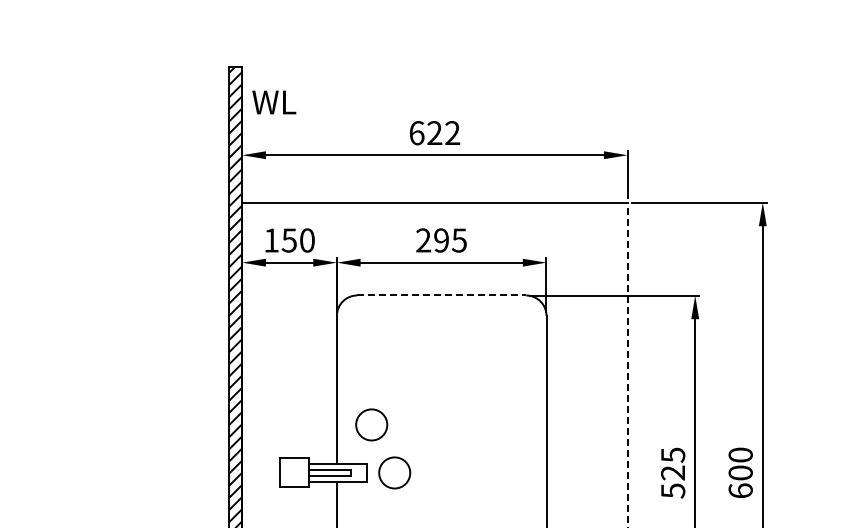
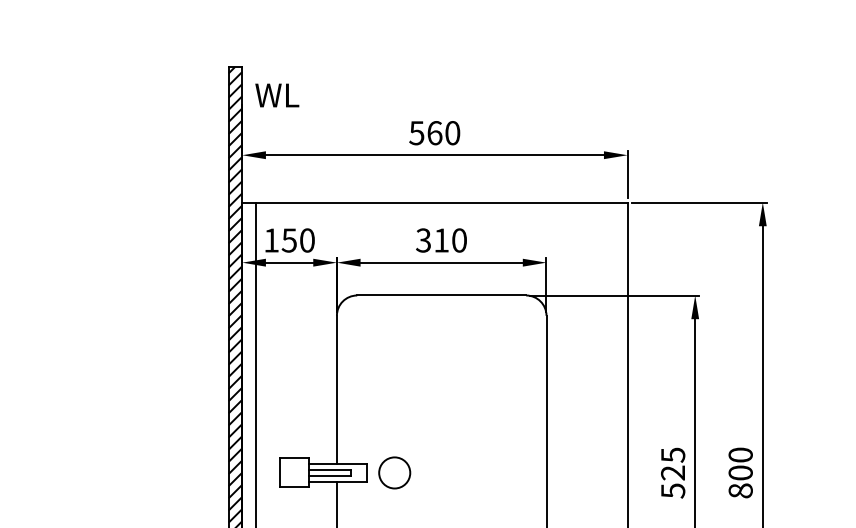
text at (274, 102) position: (274, 102) -> (277, 95)
text at (434, 133): 622 -> 560
text at (441, 240): 295 -> 310
line at (441, 295): dashed -> solid
line at (255, 363): none -> present
line at (627, 364): dashed -> solid
circle at (371, 424): present -> none
text at (740, 490): 600 -> 800
